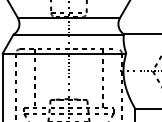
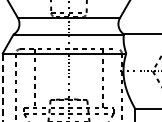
line at (2, 87): solid -> dashed
